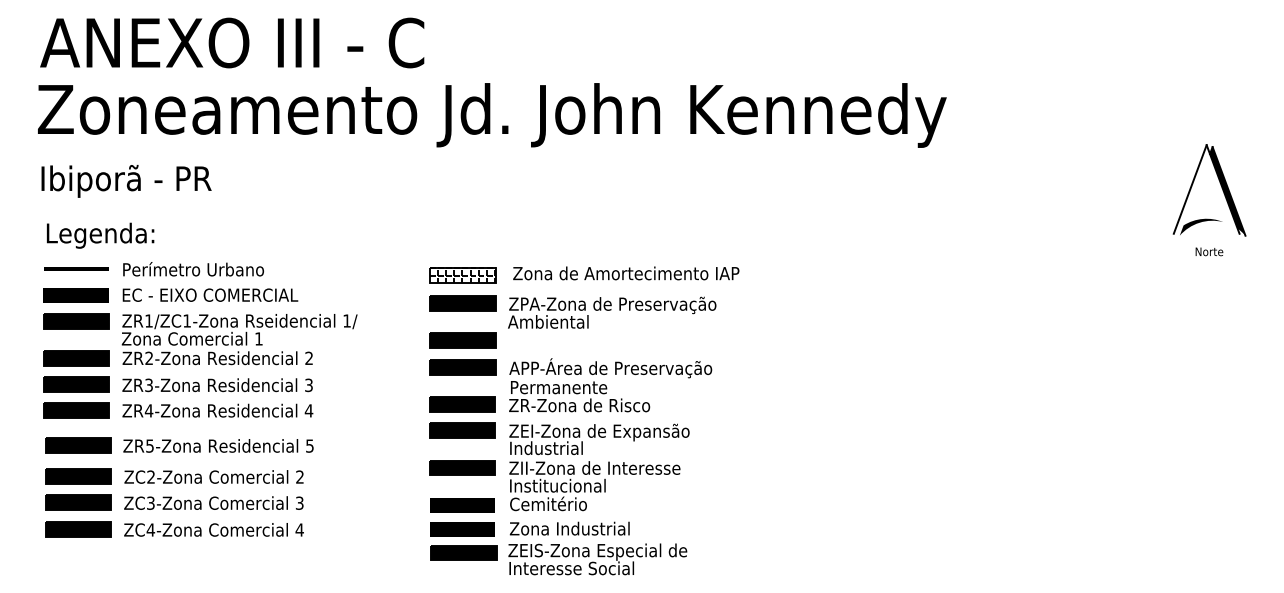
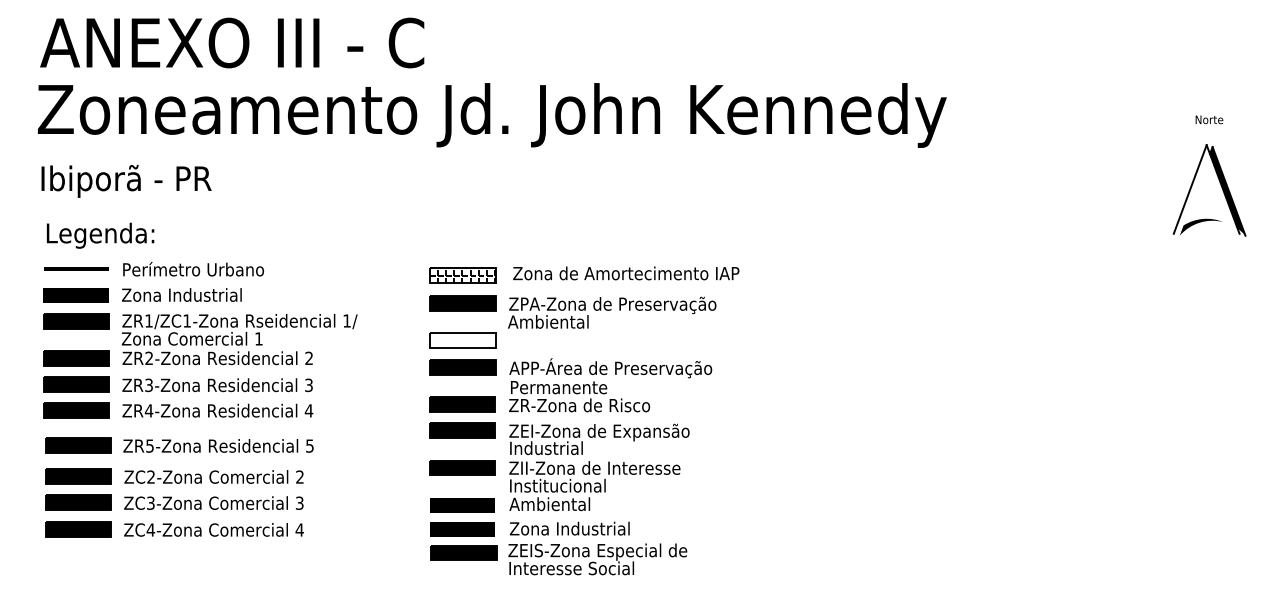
text at (1209, 251) position: (1209, 251) -> (1209, 119)
text at (210, 294): EC - EIXO COMERCIAL -> Zona Industrial
fill at (462, 340): present -> none
text at (549, 503): Cemitério -> Ambiental
